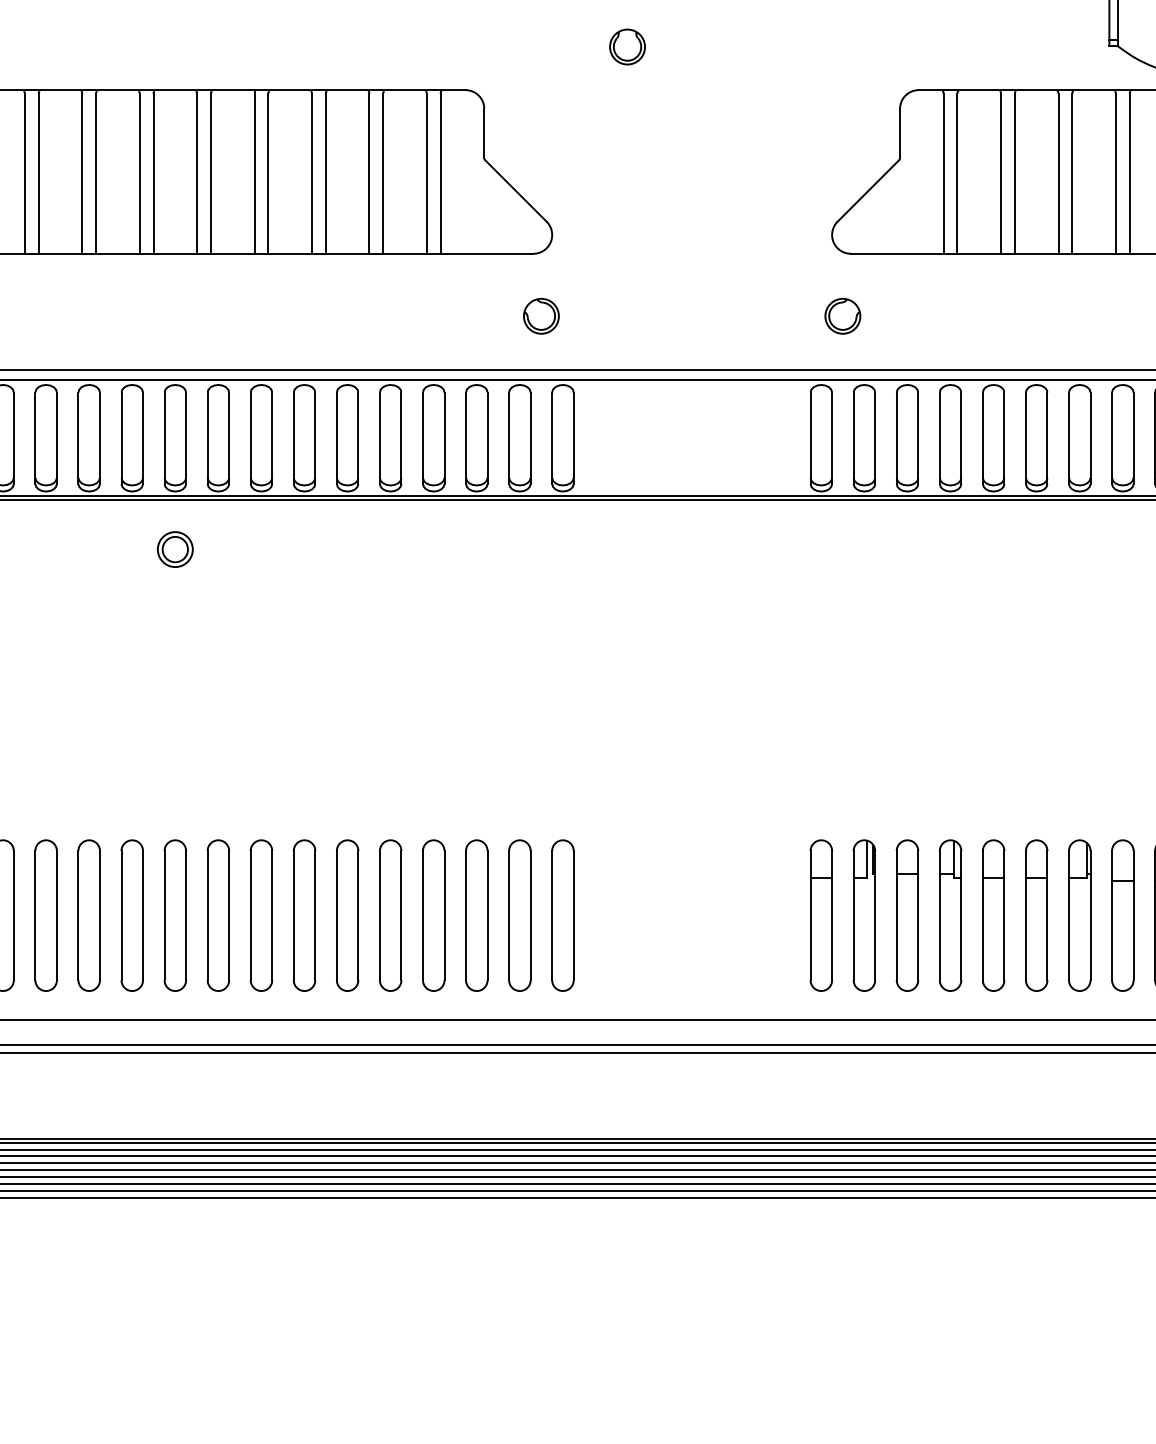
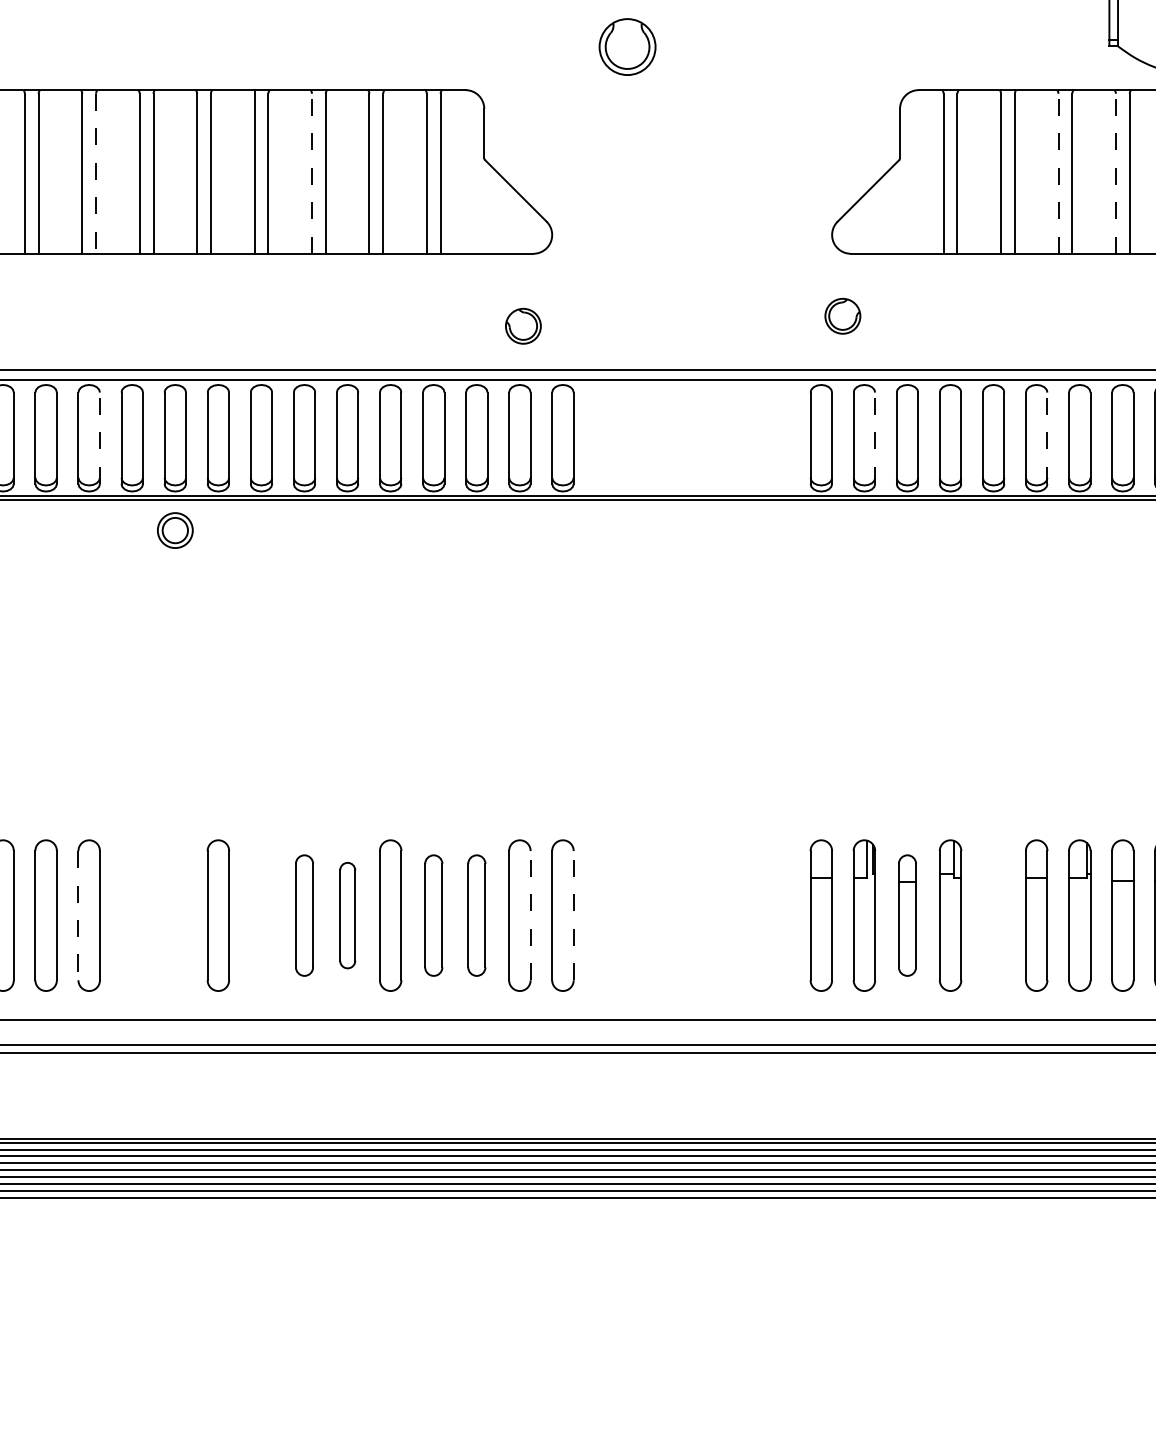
part at (627, 46) size: 37x38 px -> 59x58 px
line at (312, 173): solid -> dashed
line at (1058, 173): solid -> dashed
line at (1115, 173): solid -> dashed
line at (96, 174): solid -> dashed
part at (541, 315) position: (541, 315) -> (523, 325)
line at (99, 438): solid -> dashed
line at (875, 438): solid -> dashed
line at (1047, 438): solid -> dashed
part at (175, 549) position: (175, 549) -> (175, 530)
line at (78, 915): solid -> dashed
part at (131, 915): present -> none
part at (174, 915): present -> none
part at (261, 915): present -> none
part at (304, 915) size: 25x153 px -> 19x123 px
part at (347, 915) size: 24x153 px -> 18x108 px
part at (433, 915) size: 24x153 px -> 20x123 px
part at (476, 915) size: 24x153 px -> 20x123 px
line at (530, 915): solid -> dashed
line at (573, 915): solid -> dashed
part at (907, 915) size: 25x153 px -> 19x123 px
part at (993, 915): present -> none
